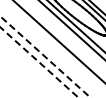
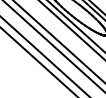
line at (53, 46): none -> present
line at (45, 57): dashed -> solid
line at (39, 62): dashed -> solid
